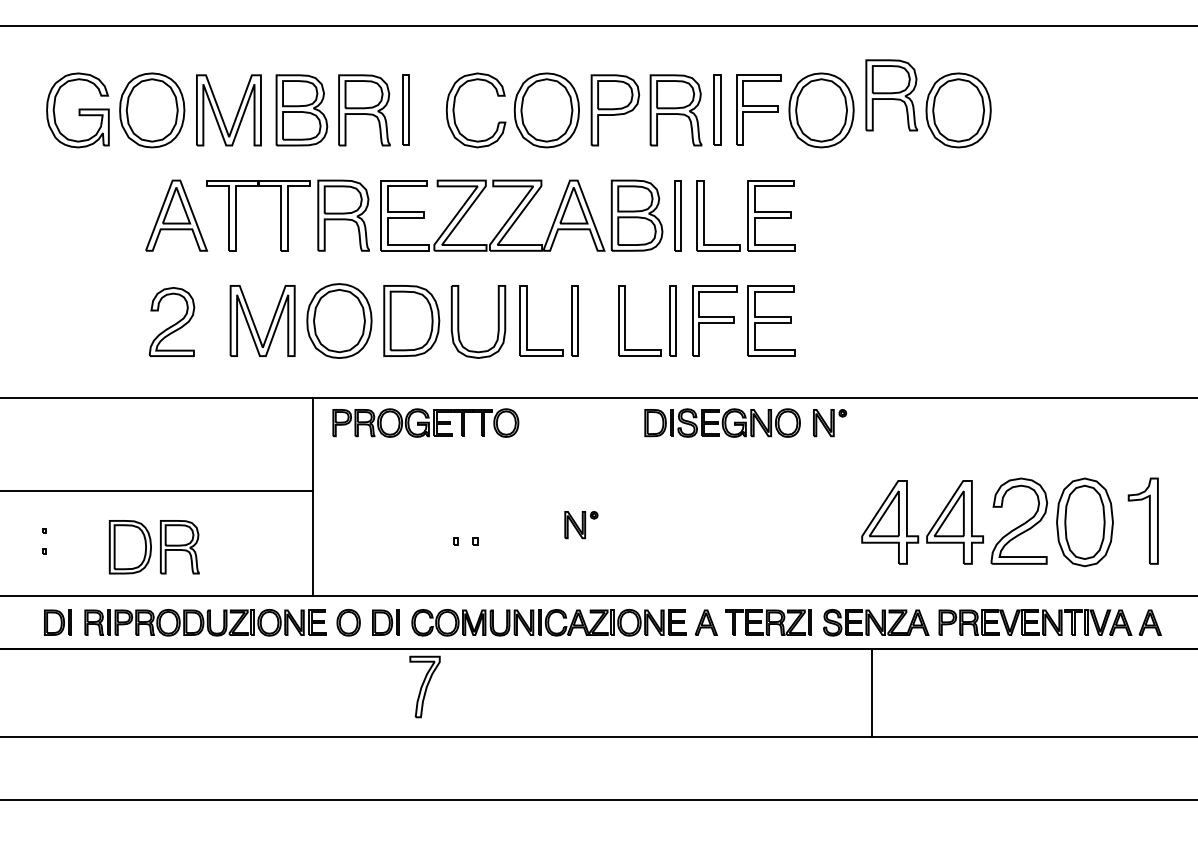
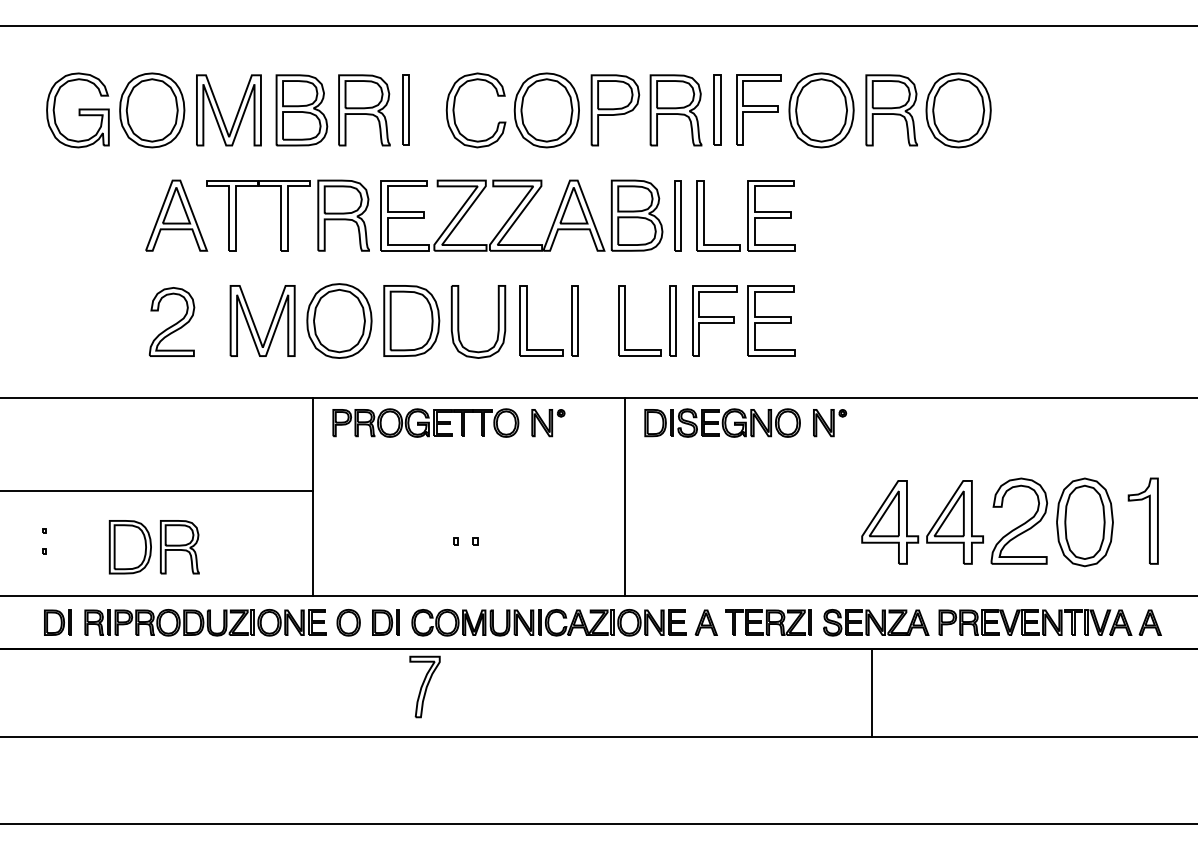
part at (891, 95) position: (891, 95) -> (891, 110)
line at (624, 496): none -> present
part at (581, 525) position: (581, 525) -> (548, 423)
line at (598, 800) position: (598, 800) -> (598, 824)
